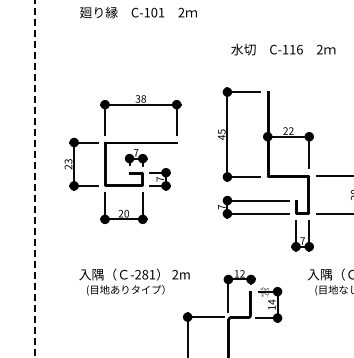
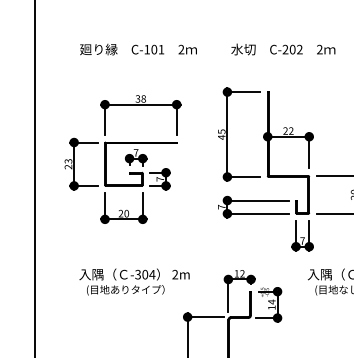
text at (138, 12) position: (138, 12) -> (138, 49)
text at (292, 49): C-116 -> C-202
line at (35, 179): dashed -> solid
text at (145, 274): -281 -> -304
